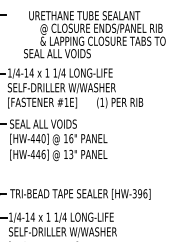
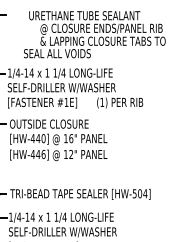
text at (48, 123): SEAL ALL VOIDS -> OUTSIDE CLOSURE
text at (71, 154): 13" -> 12"
text at (140, 193): [HW-396] -> [HW-504]
